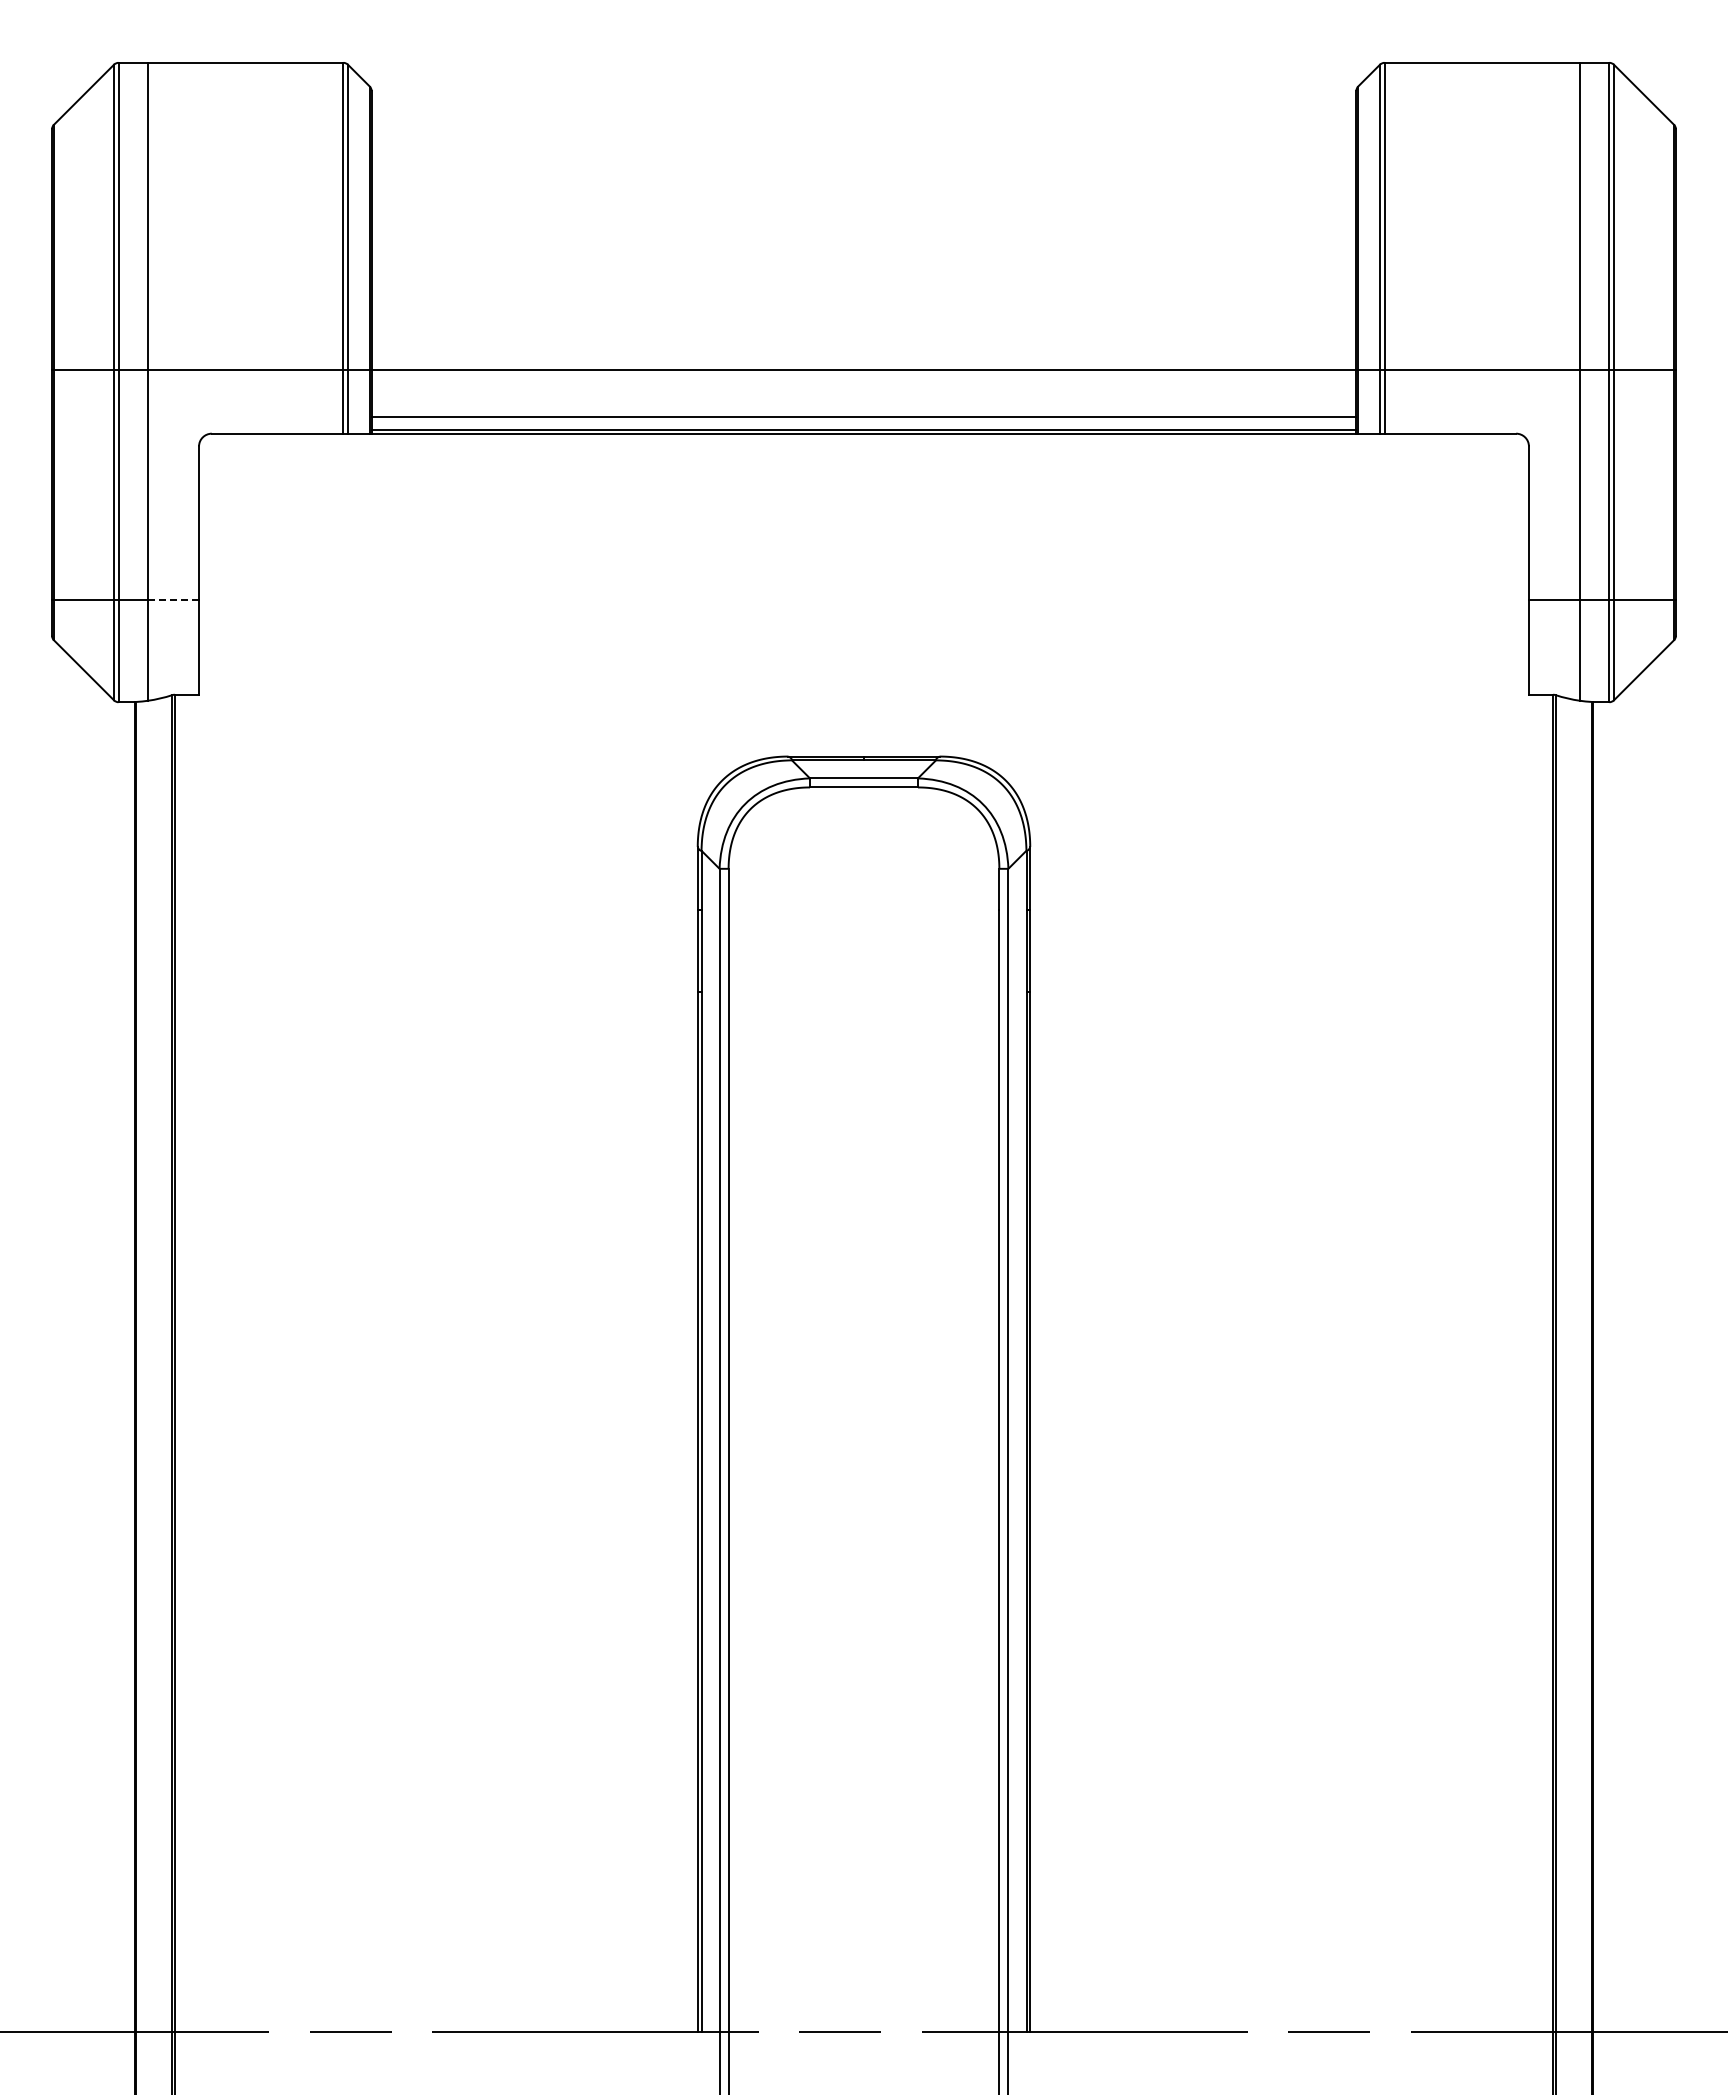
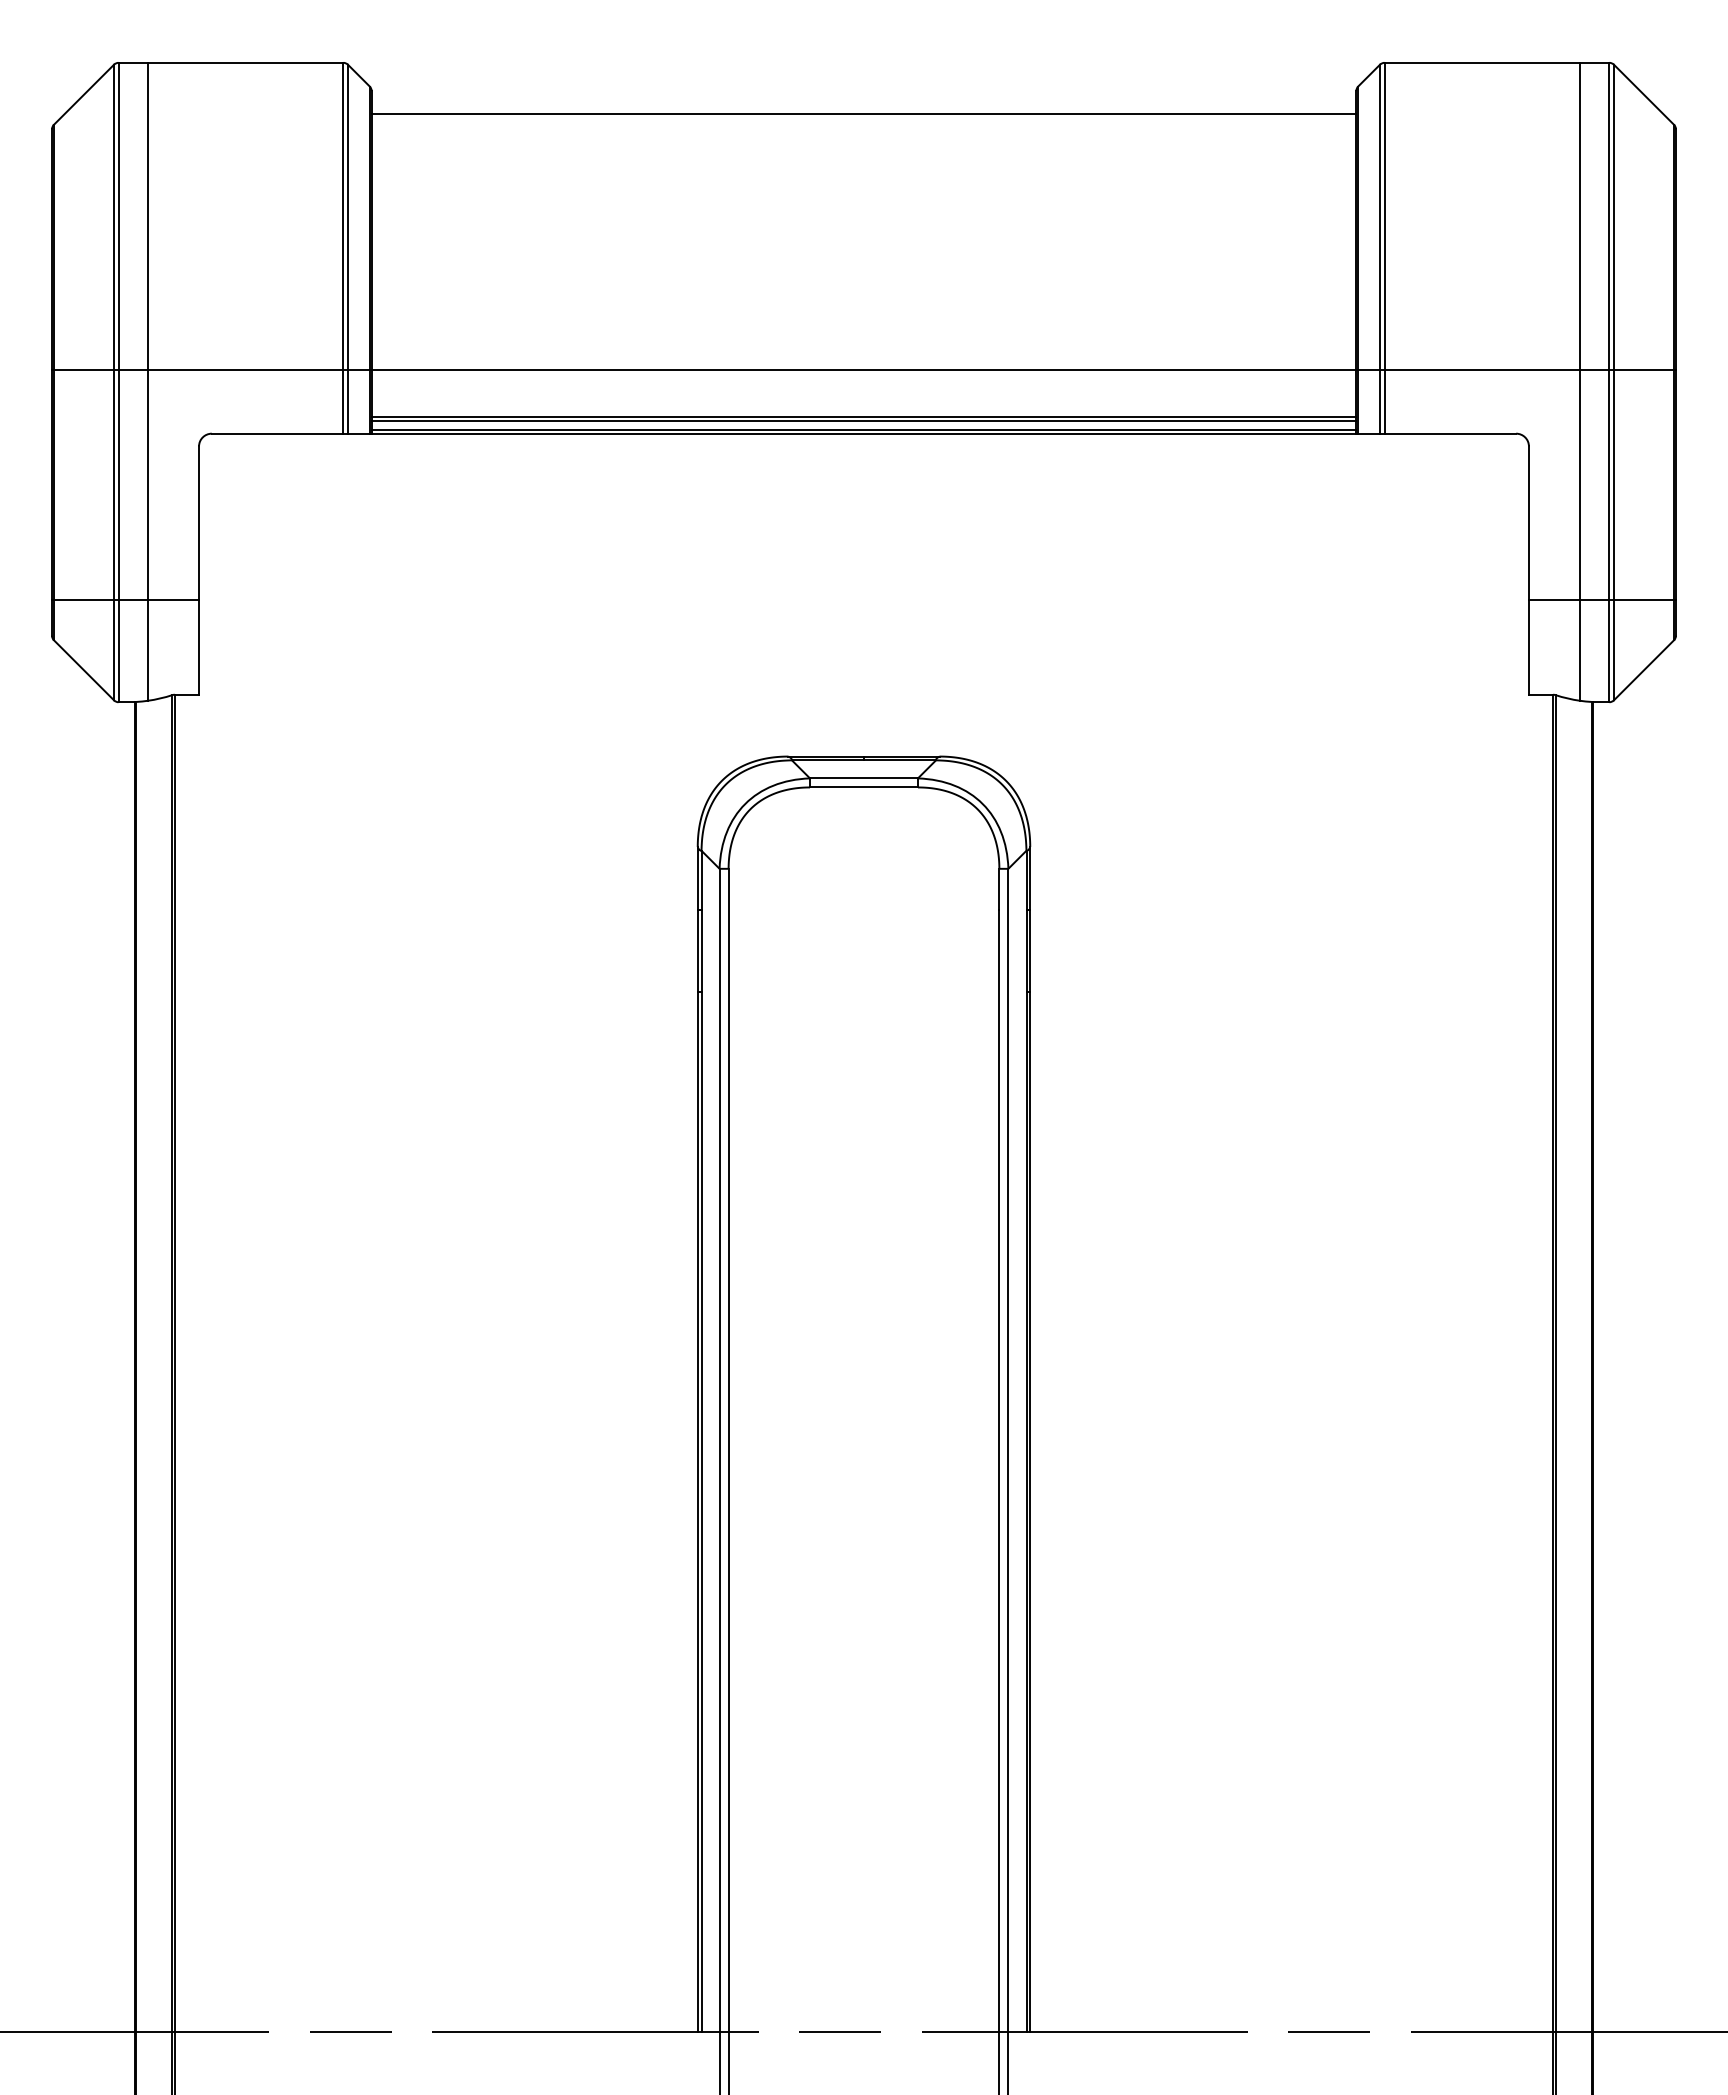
line at (863, 114): none -> present
line at (863, 420): none -> present
line at (173, 599): dashed -> solid
